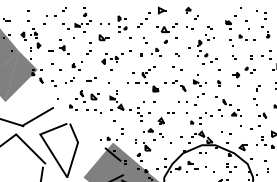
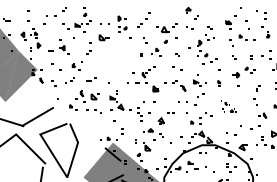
part at (162, 10): present -> none
part at (116, 60): present -> none
part at (228, 106) size: 27x21 px -> 16x13 px
part at (226, 132) position: (226, 132) -> (231, 133)
part at (266, 166): present -> none
